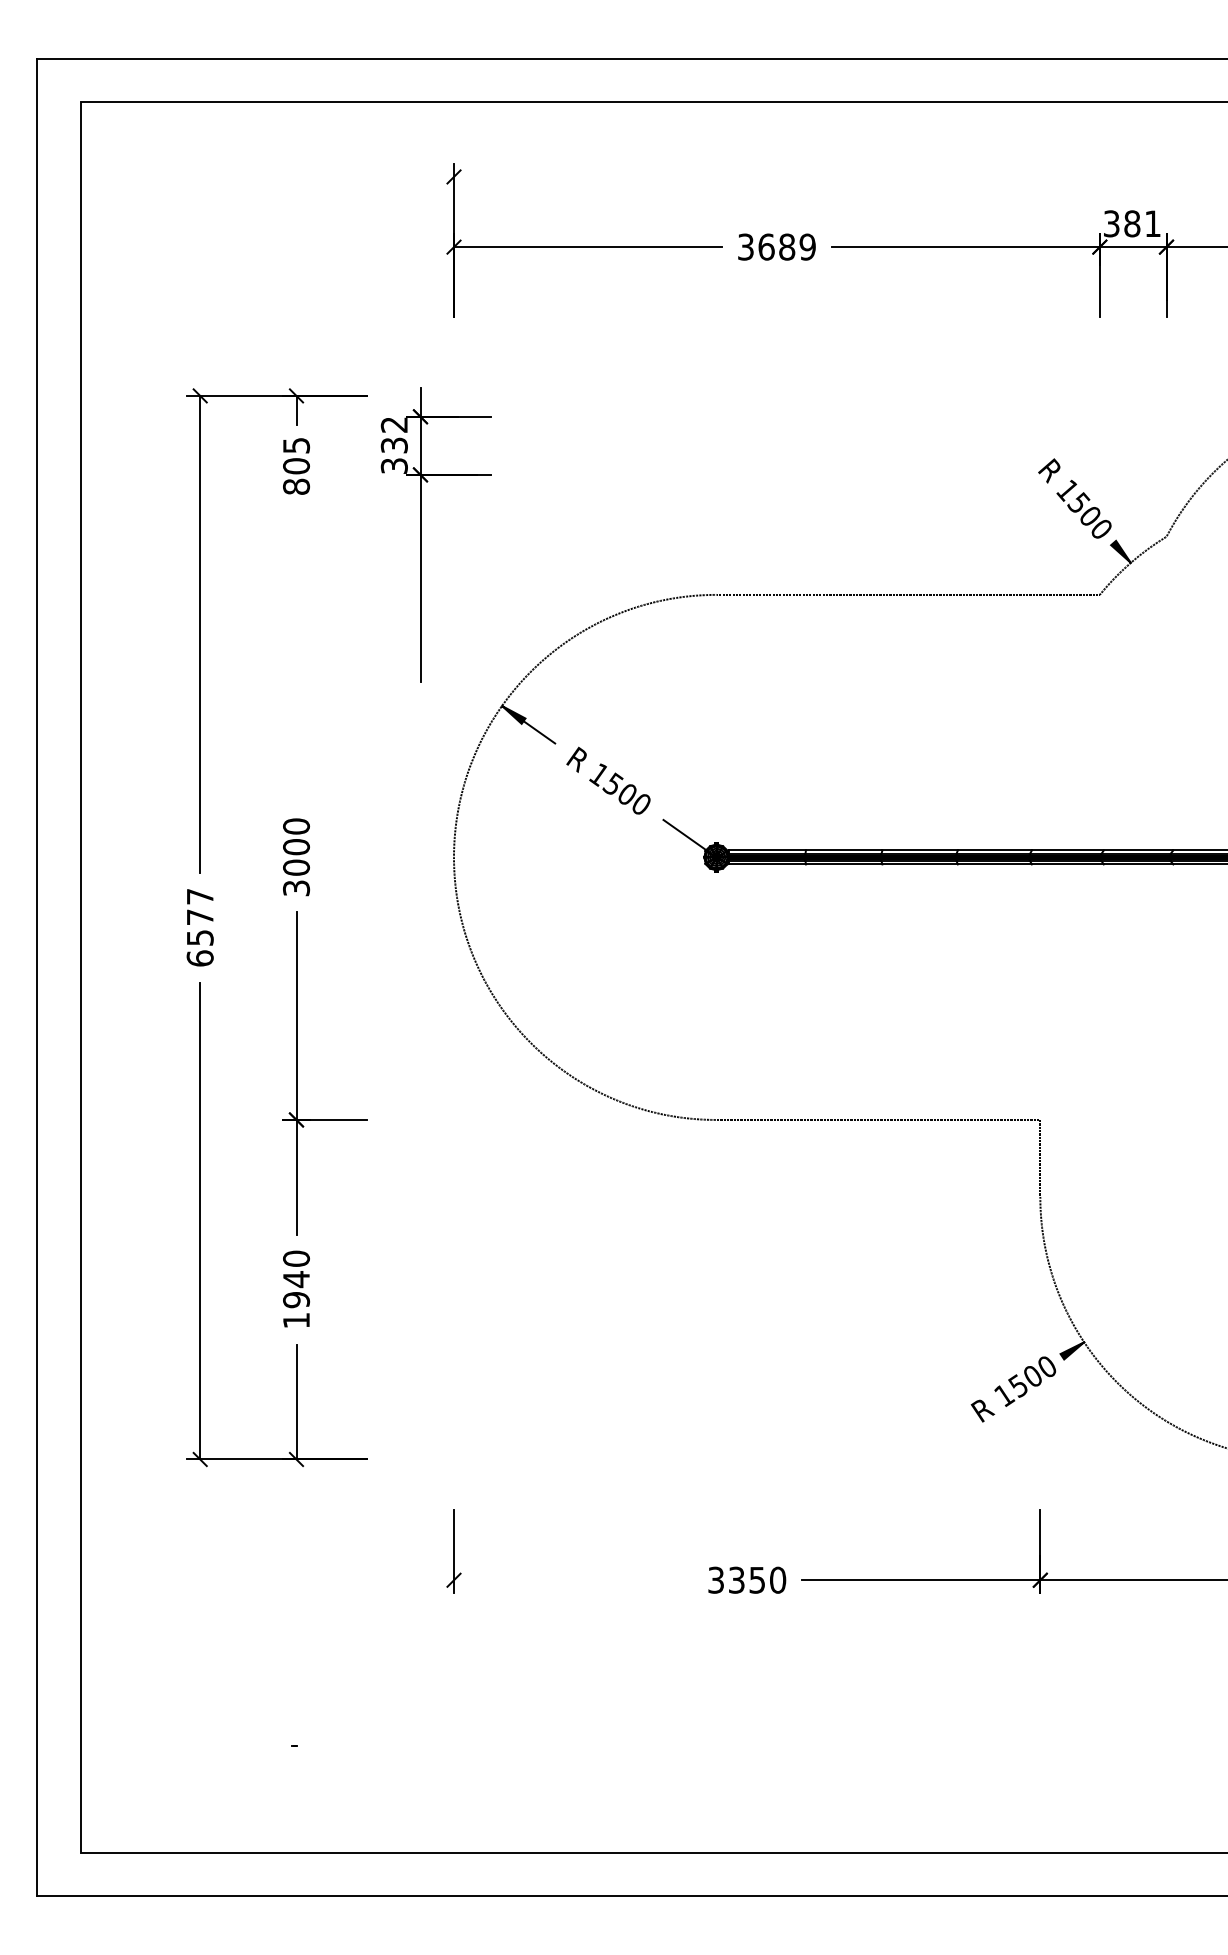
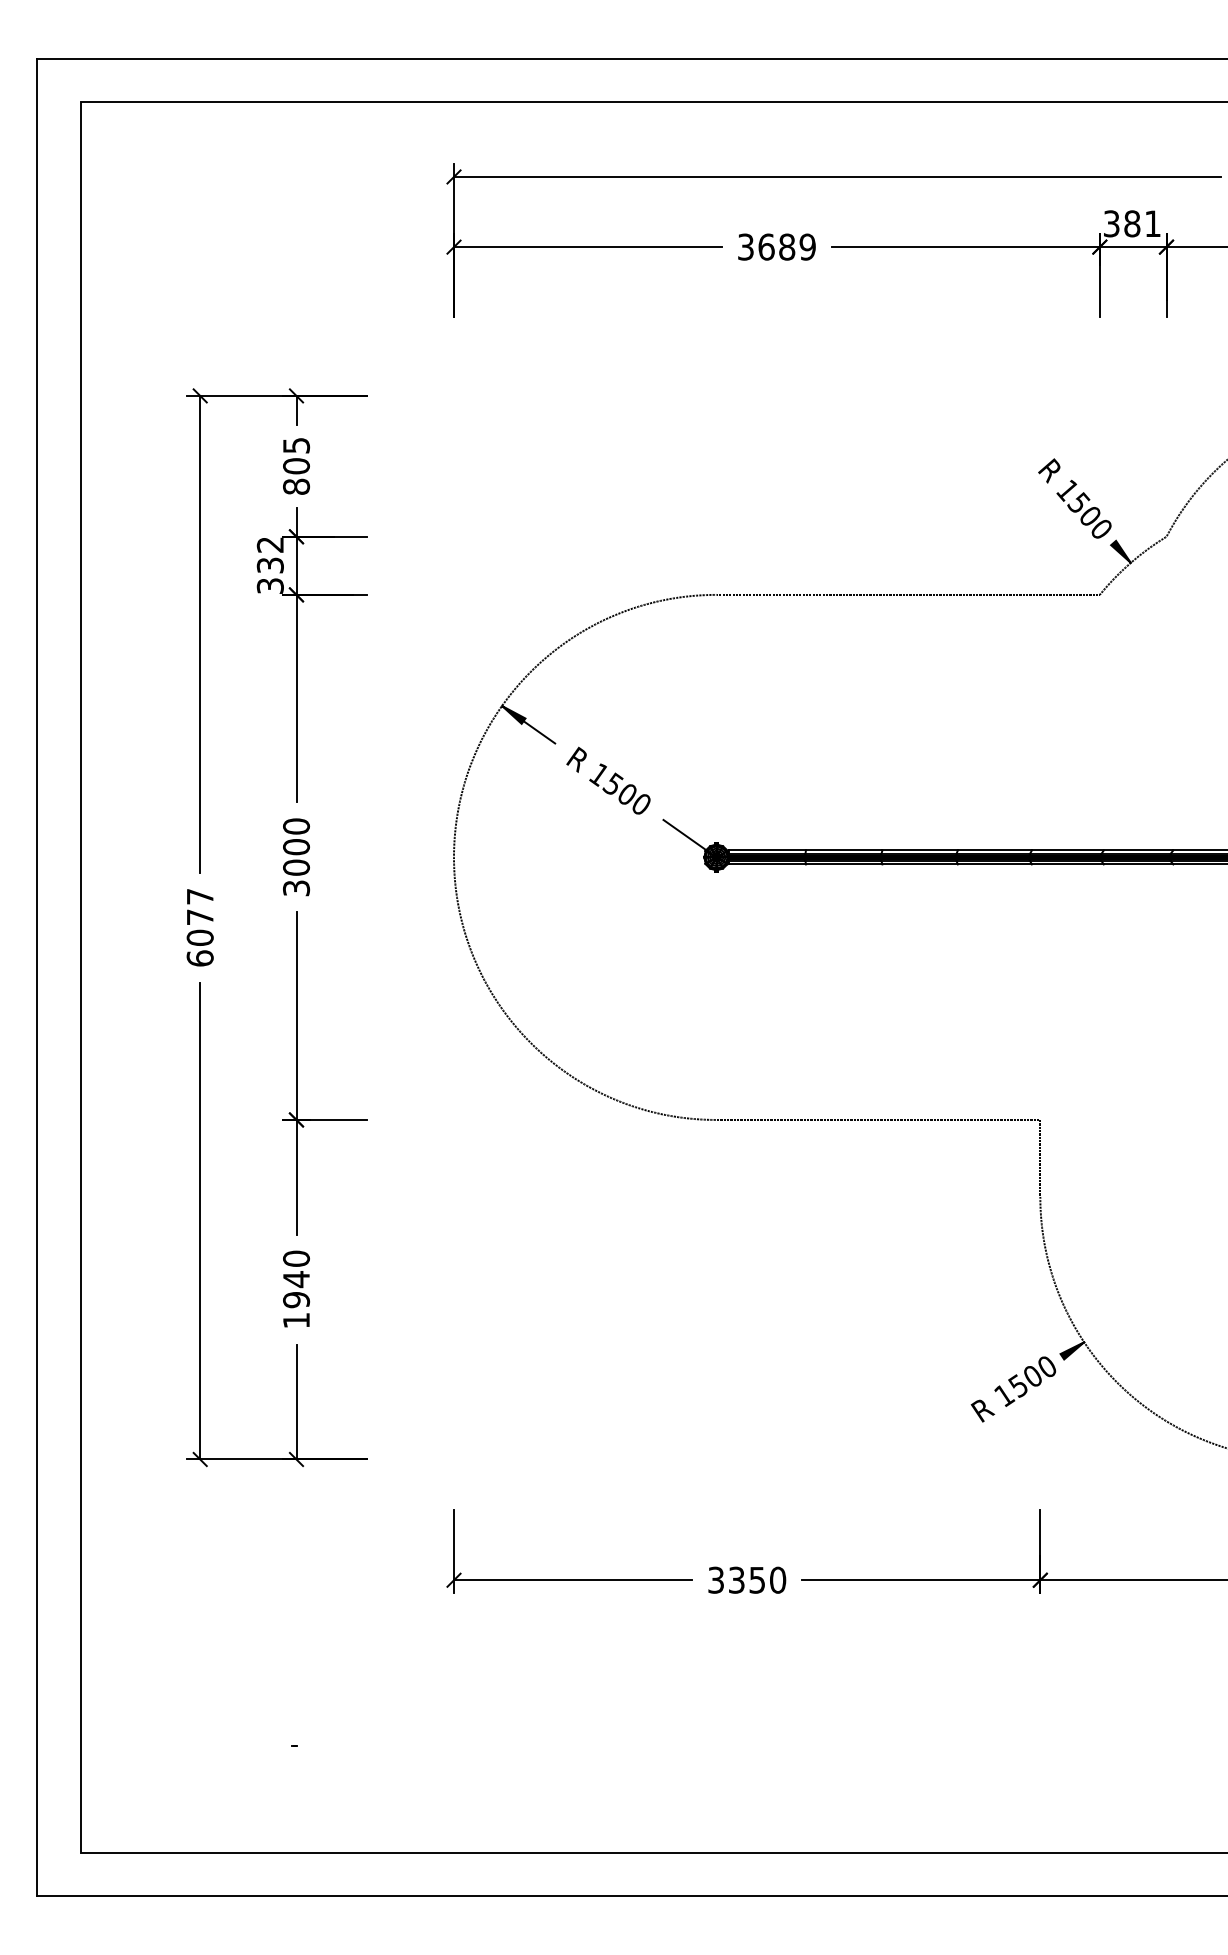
line at (837, 176): none -> present
part at (421, 534) position: (421, 534) -> (297, 654)
text at (199, 937): 6577 -> 6077
line at (573, 1580): none -> present
